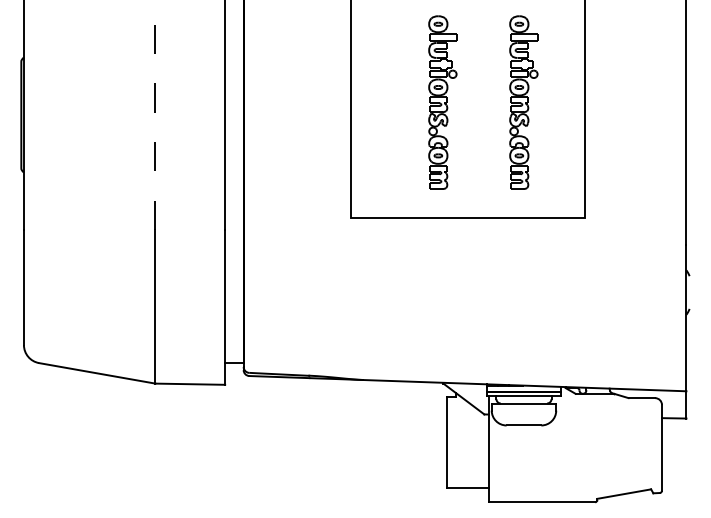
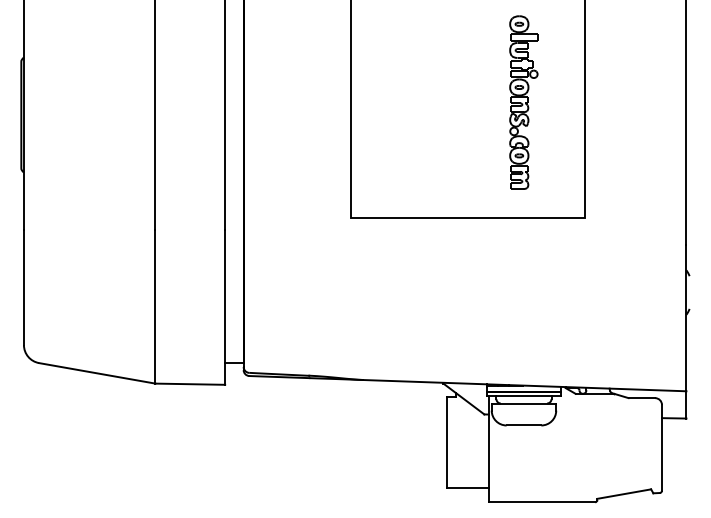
part at (442, 102): present -> none
line at (155, 114): dashed -> solid
